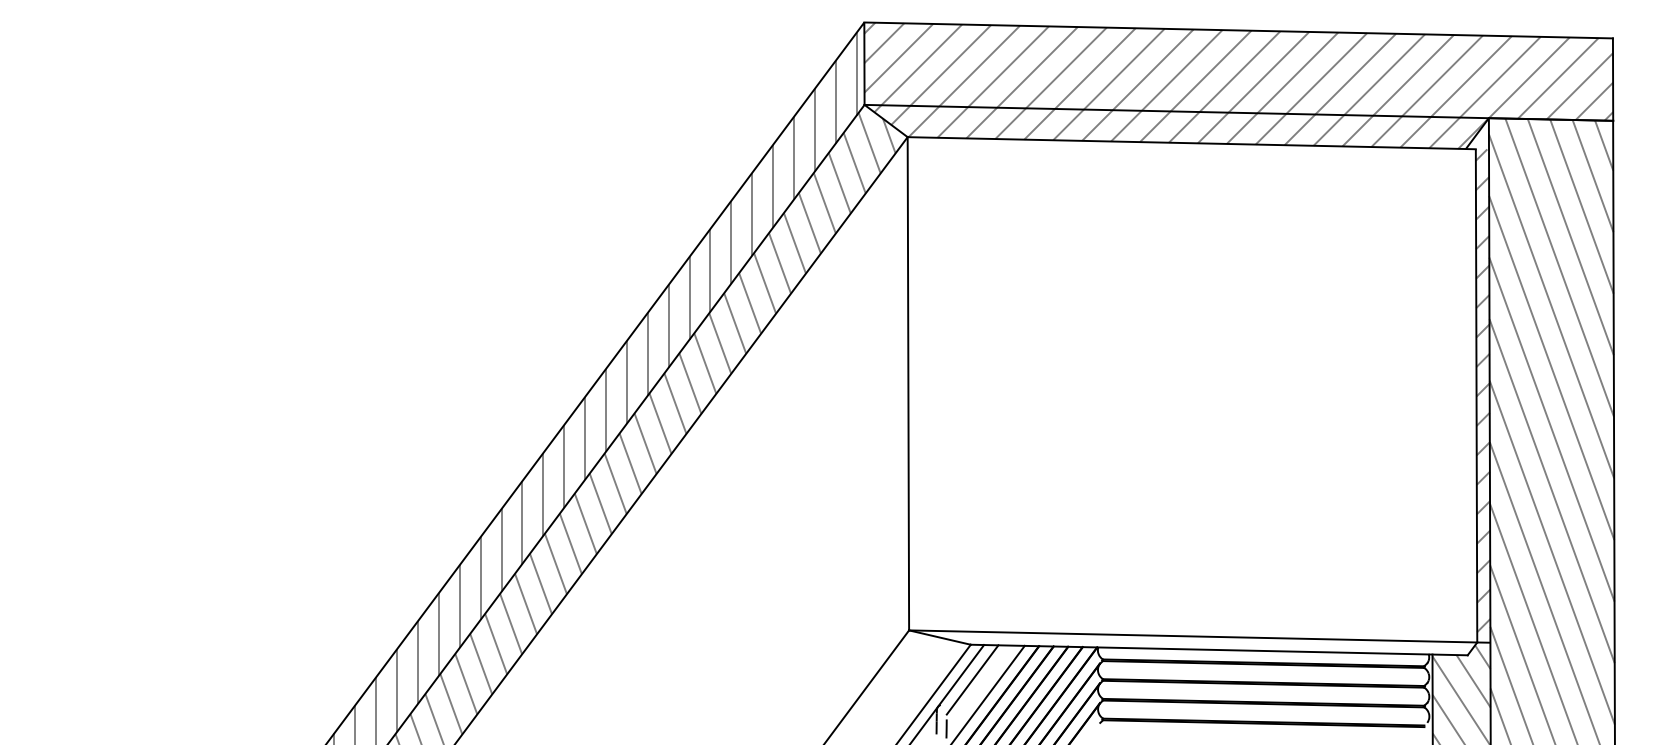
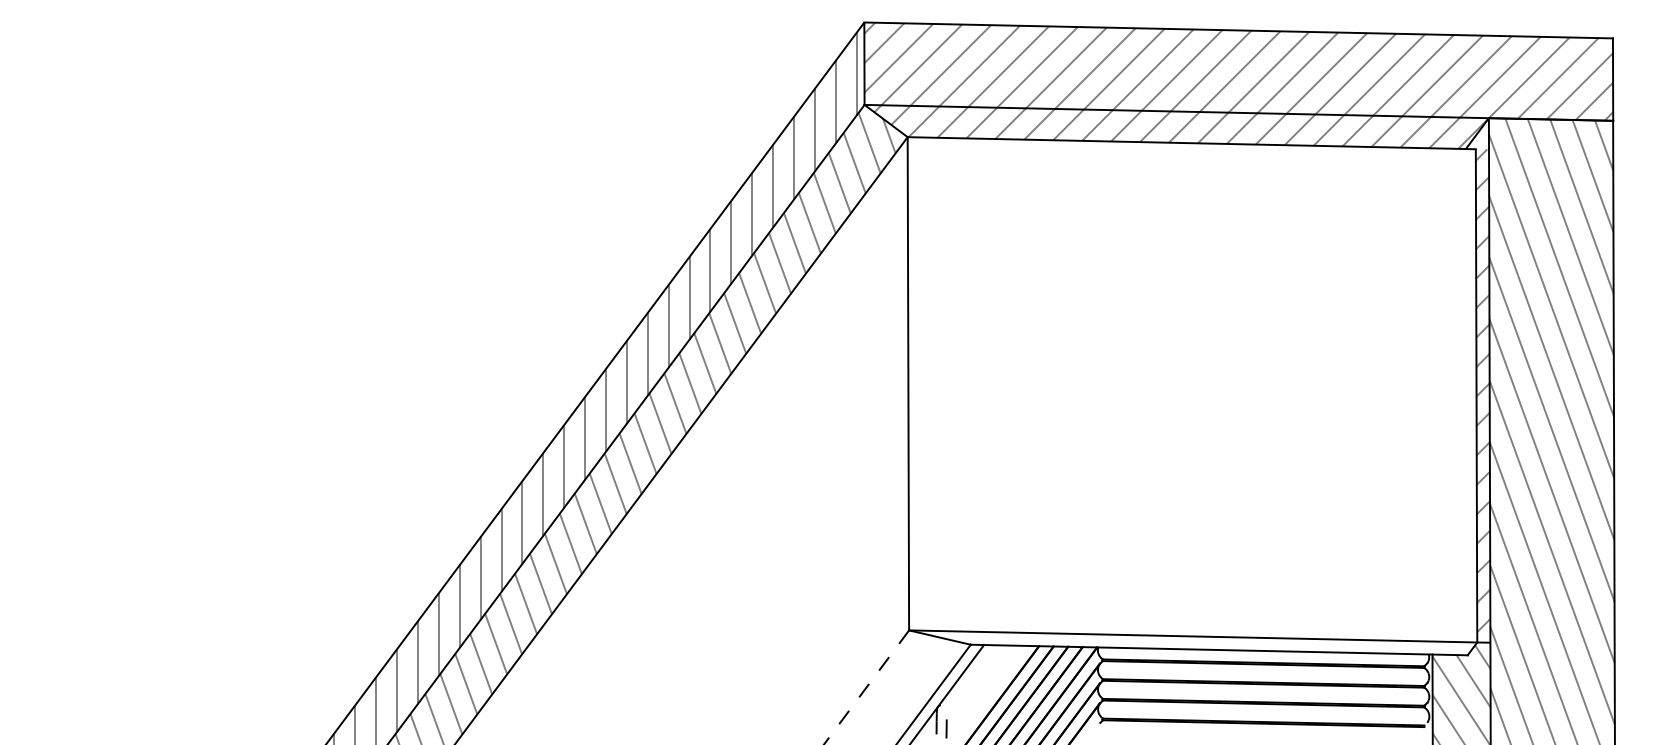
line at (972, 679): present -> none
line at (866, 688): solid -> dashed
line at (988, 693): present -> none
